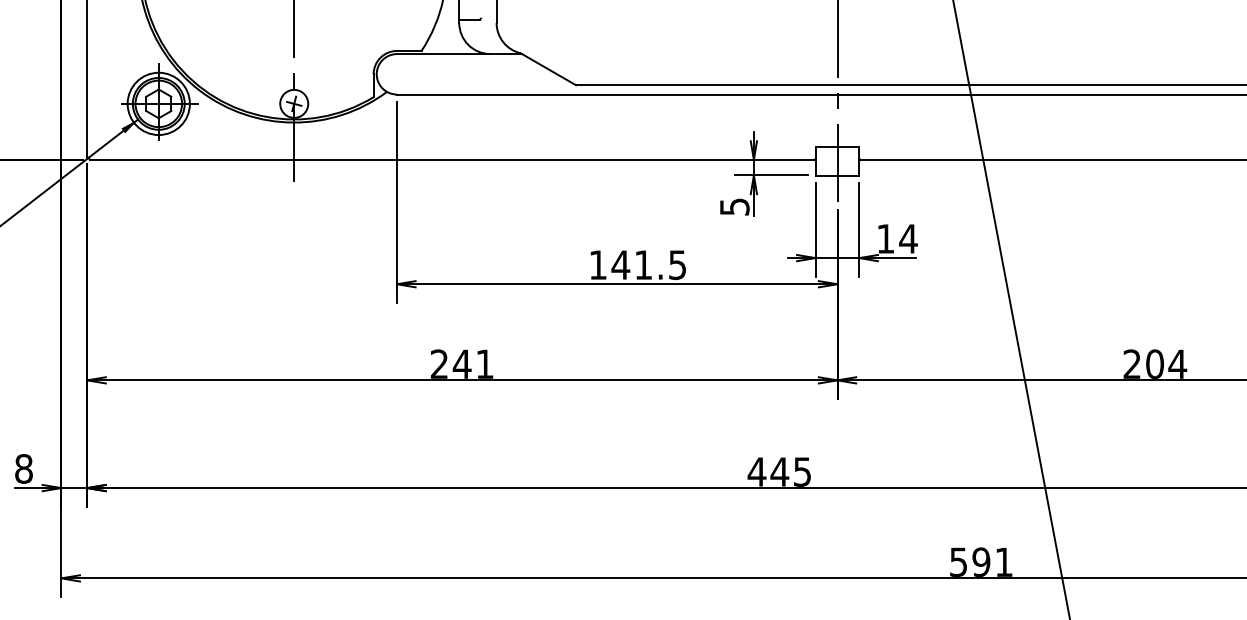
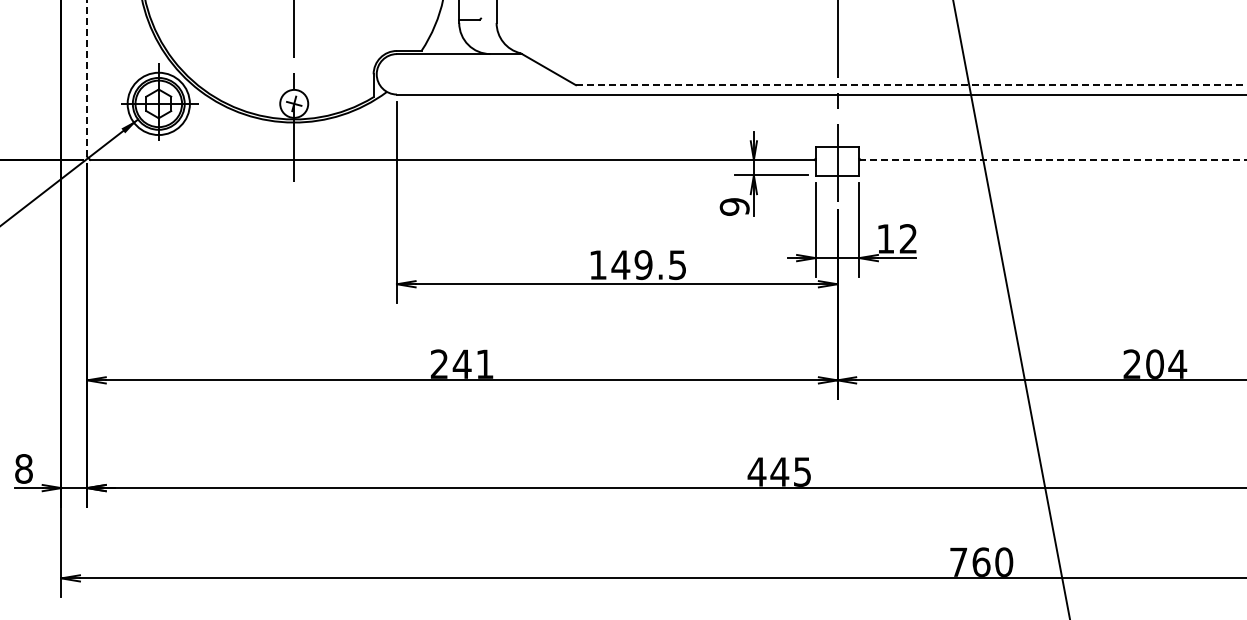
line at (87, 78): solid -> dashed
line at (911, 85): solid -> dashed
line at (1053, 159): solid -> dashed
text at (734, 206): 5 -> 9
text at (908, 238): 14 -> 12
text at (643, 265): 141.5 -> 149.5
text at (981, 561): 591 -> 760
